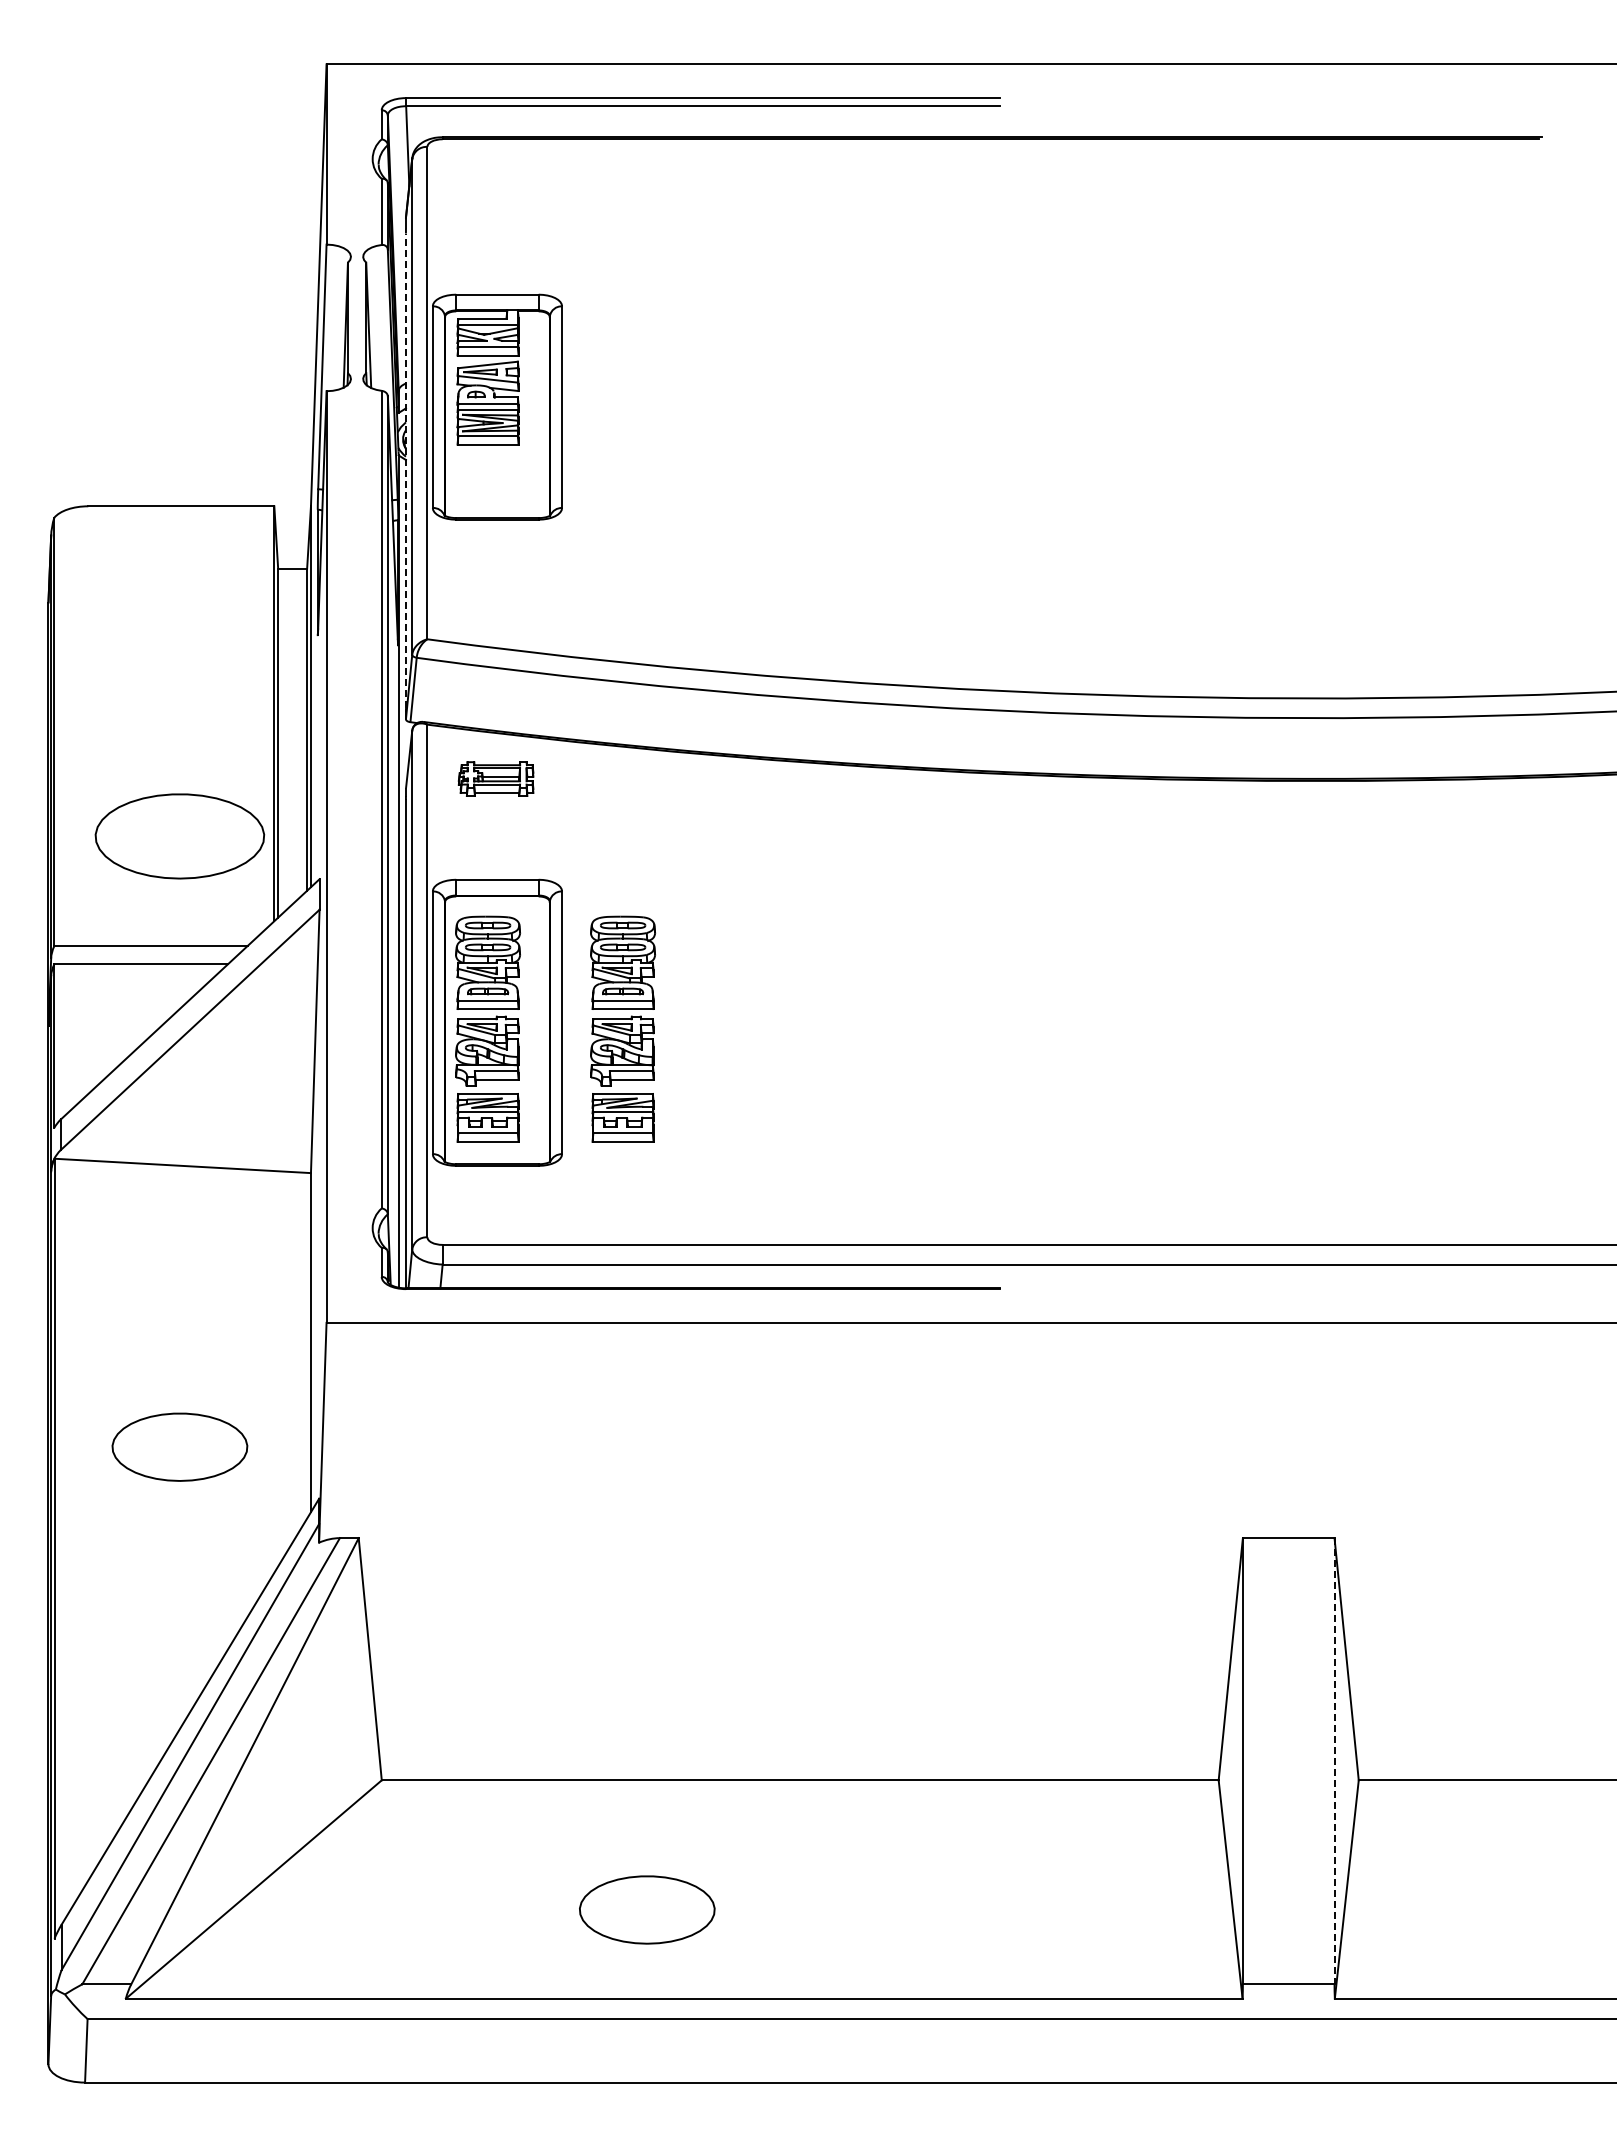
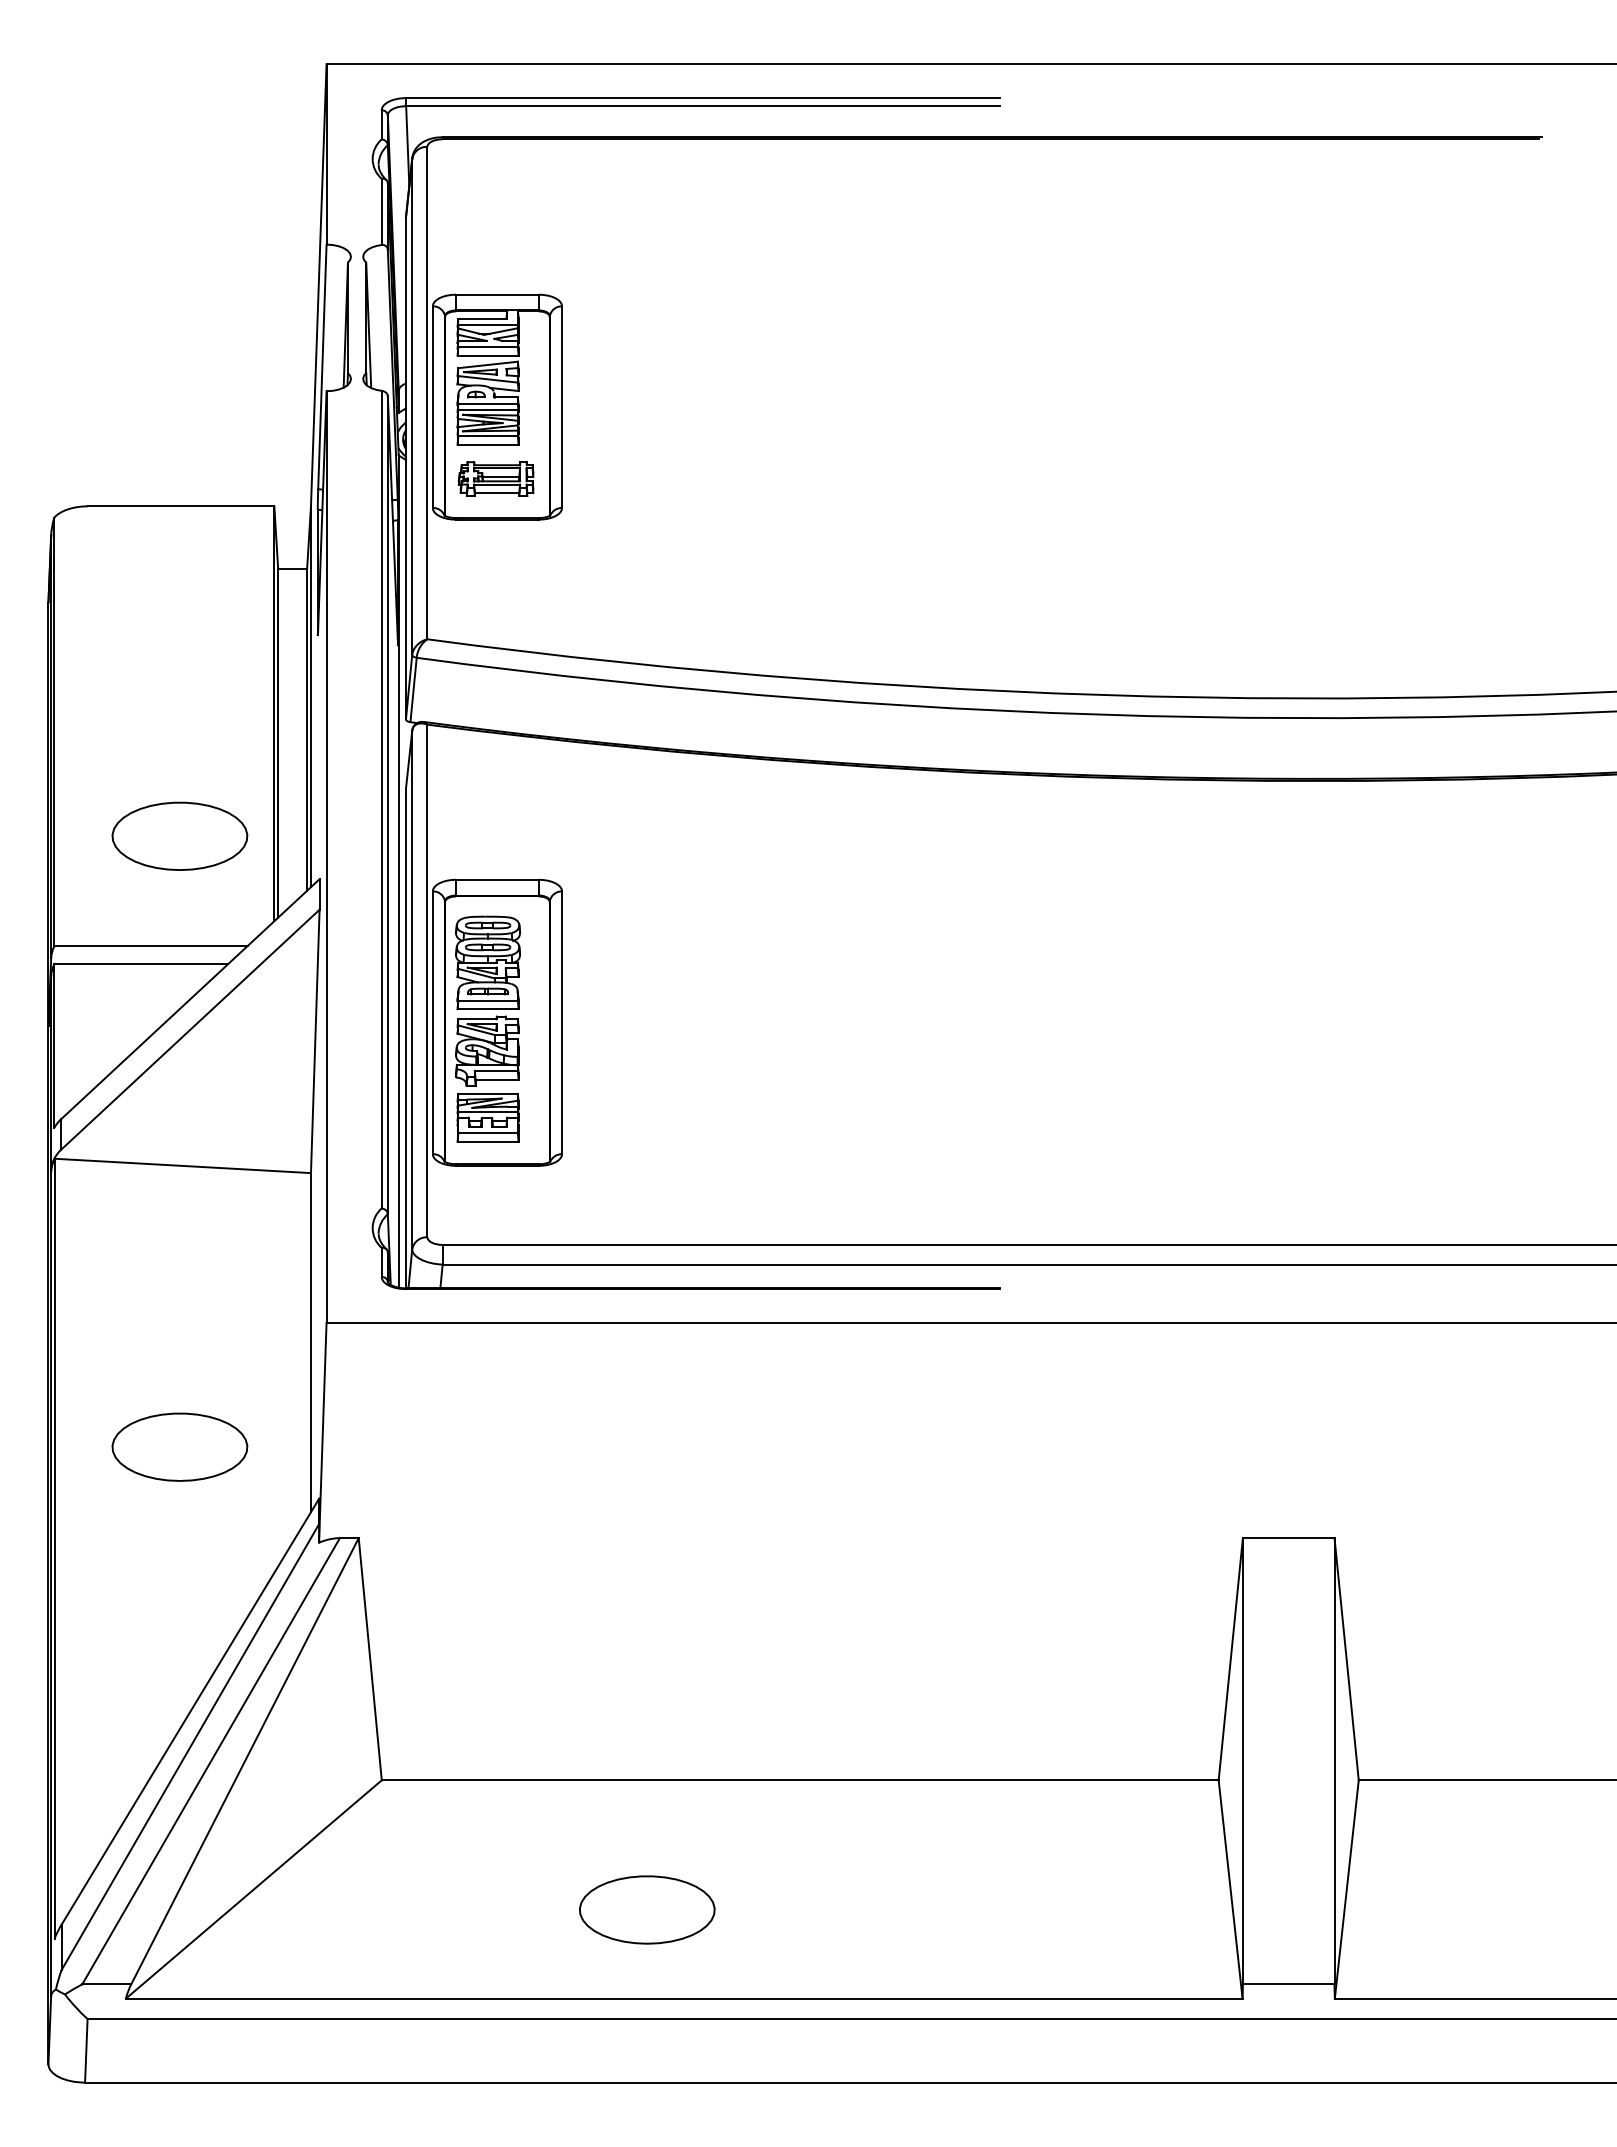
line at (405, 470): dashed -> solid
part at (495, 778) position: (495, 778) -> (495, 478)
part at (179, 836) size: 172x87 px -> 138x70 px
part at (622, 1028): present -> none
line at (1334, 1761): dashed -> solid
